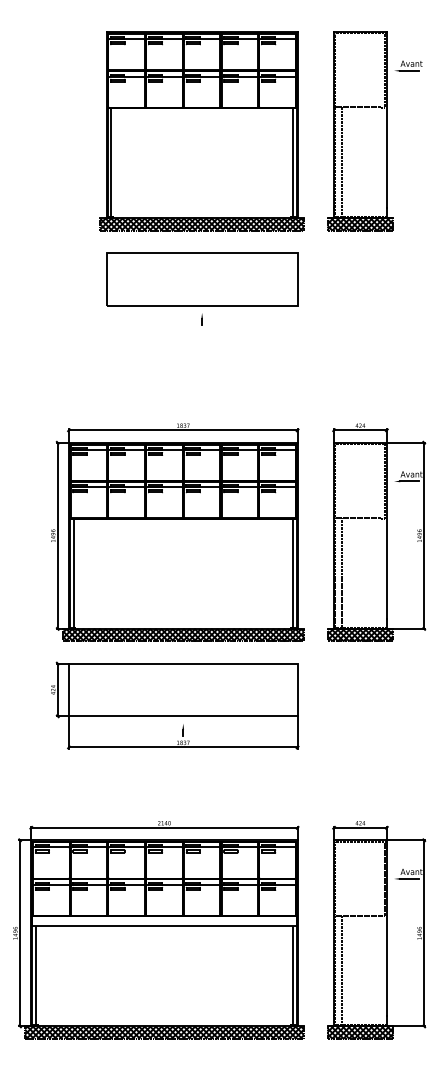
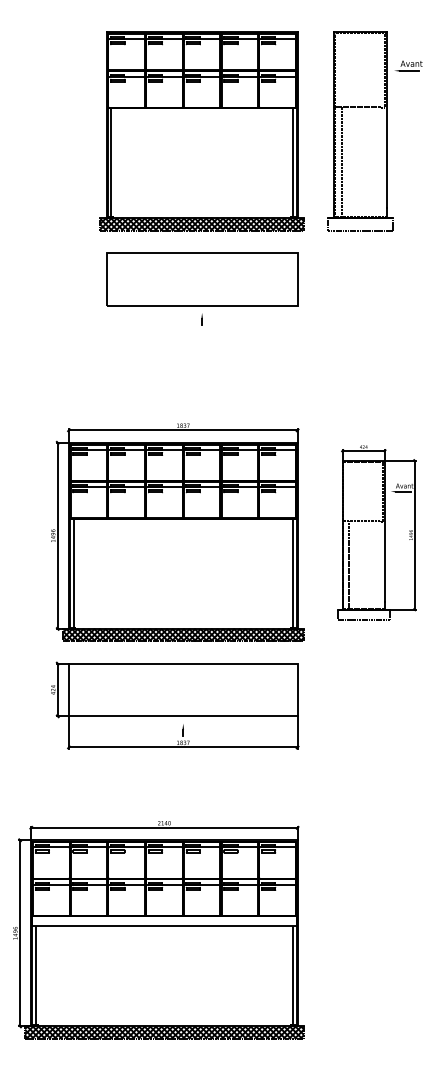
hatch at (360, 224): present -> none
part at (376, 532) size: 100x219 px -> 80x176 px
part at (376, 930): present -> none
